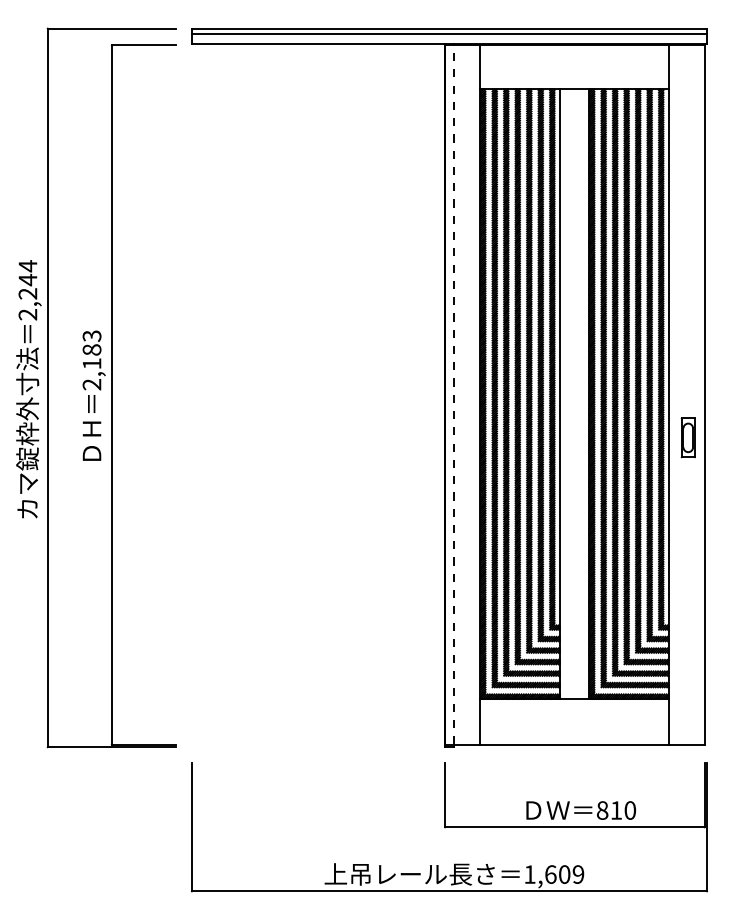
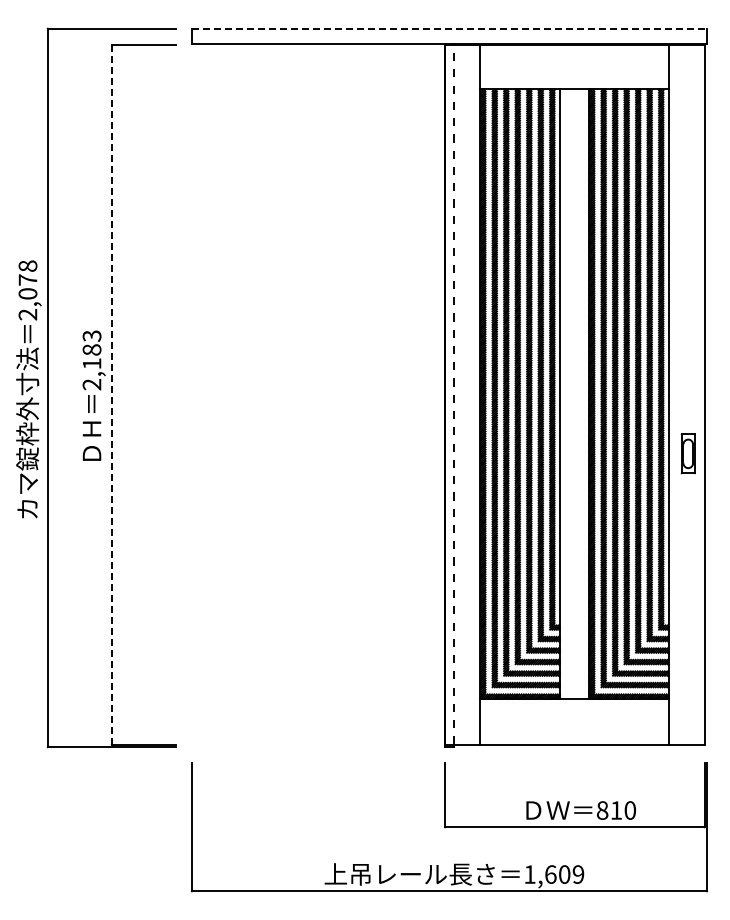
line at (449, 28): solid -> dashed
line at (449, 33): present -> none
text at (27, 279): 2,244 -> 2,078
line at (111, 394): solid -> dashed
part at (687, 437) position: (687, 437) -> (687, 453)
